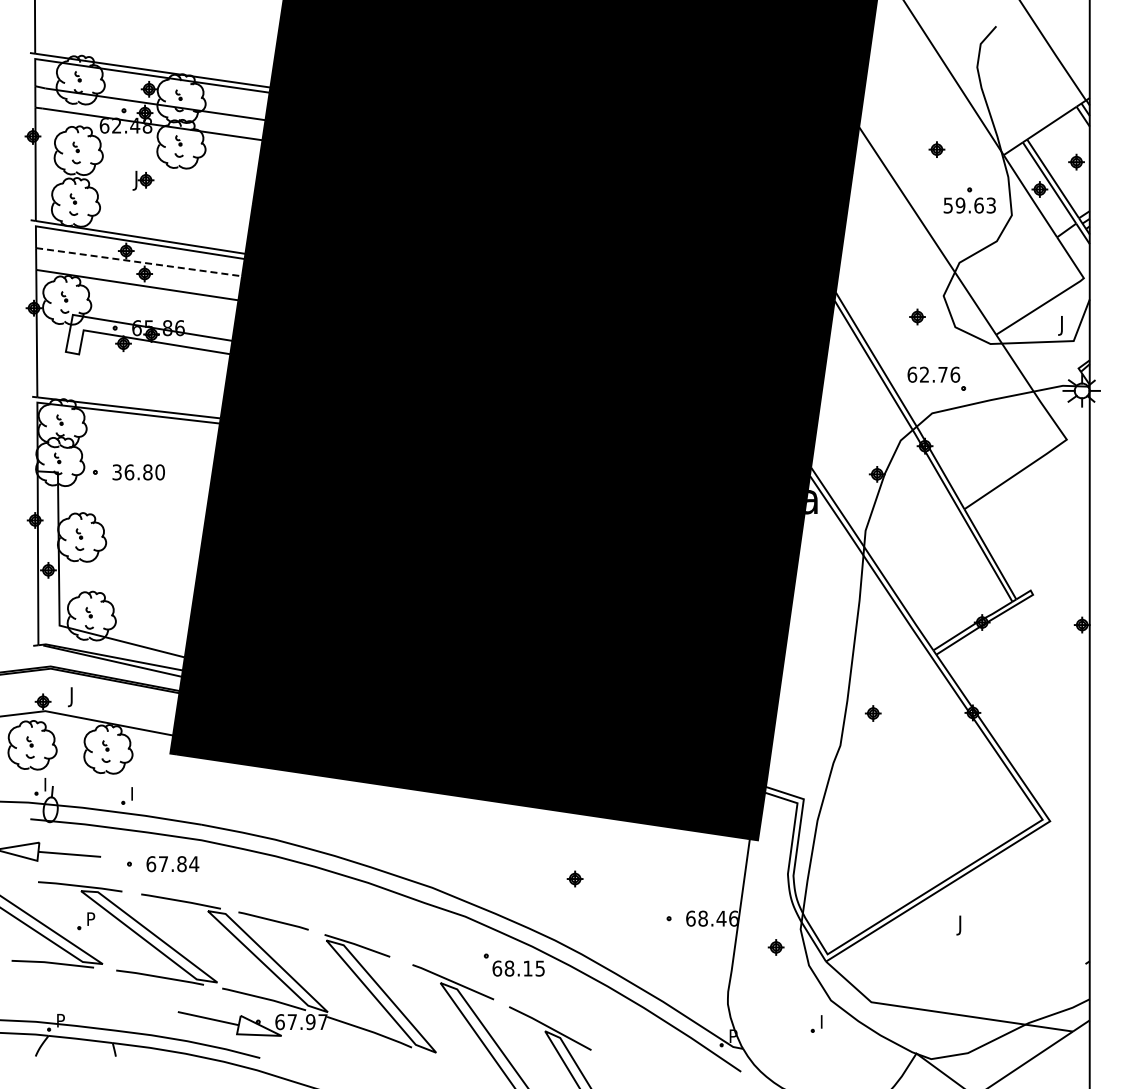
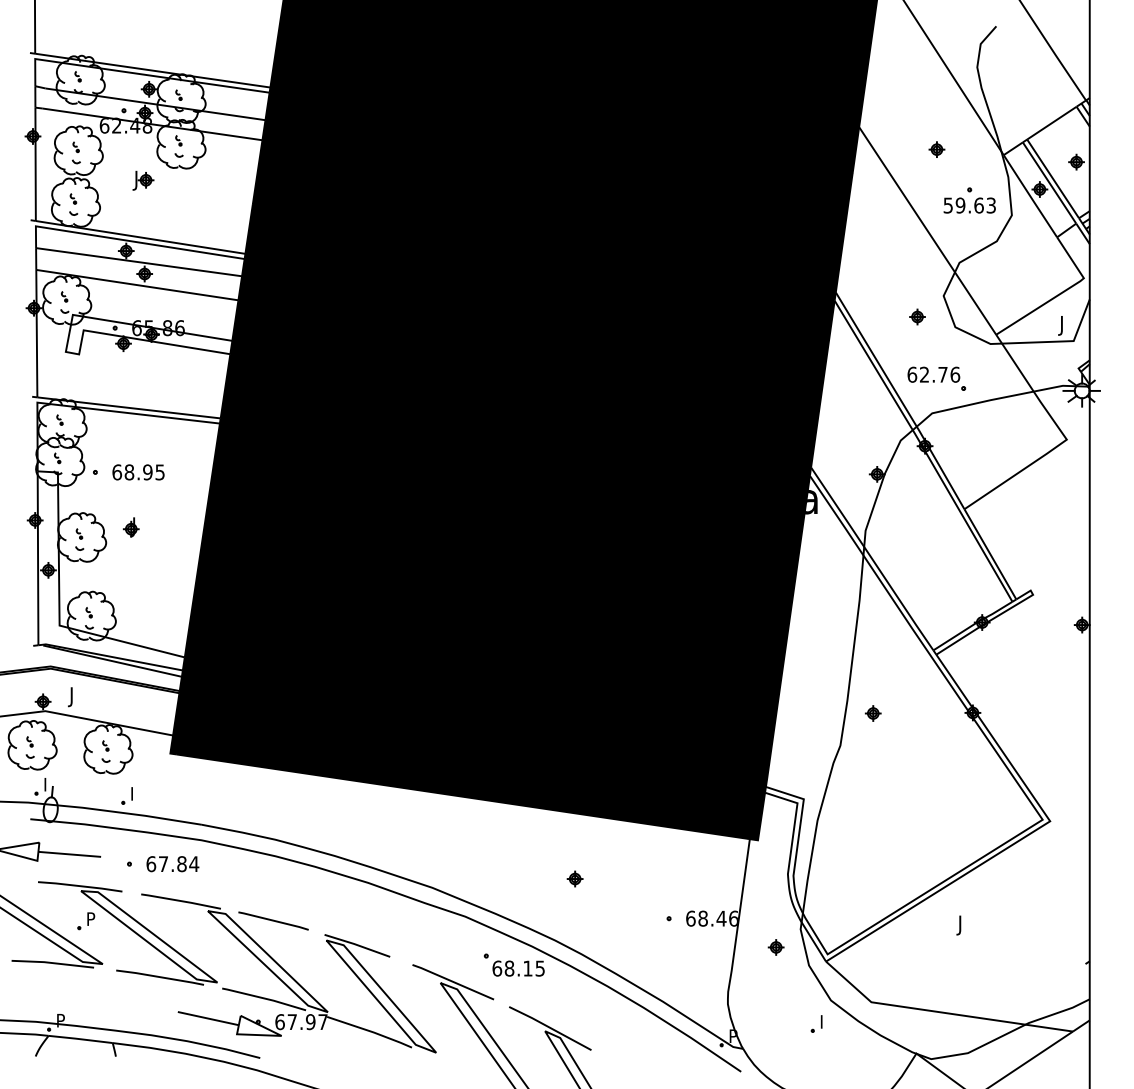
line at (139, 262): dashed -> solid
text at (138, 472): 36.80 -> 68.95
part at (130, 527): none -> present
